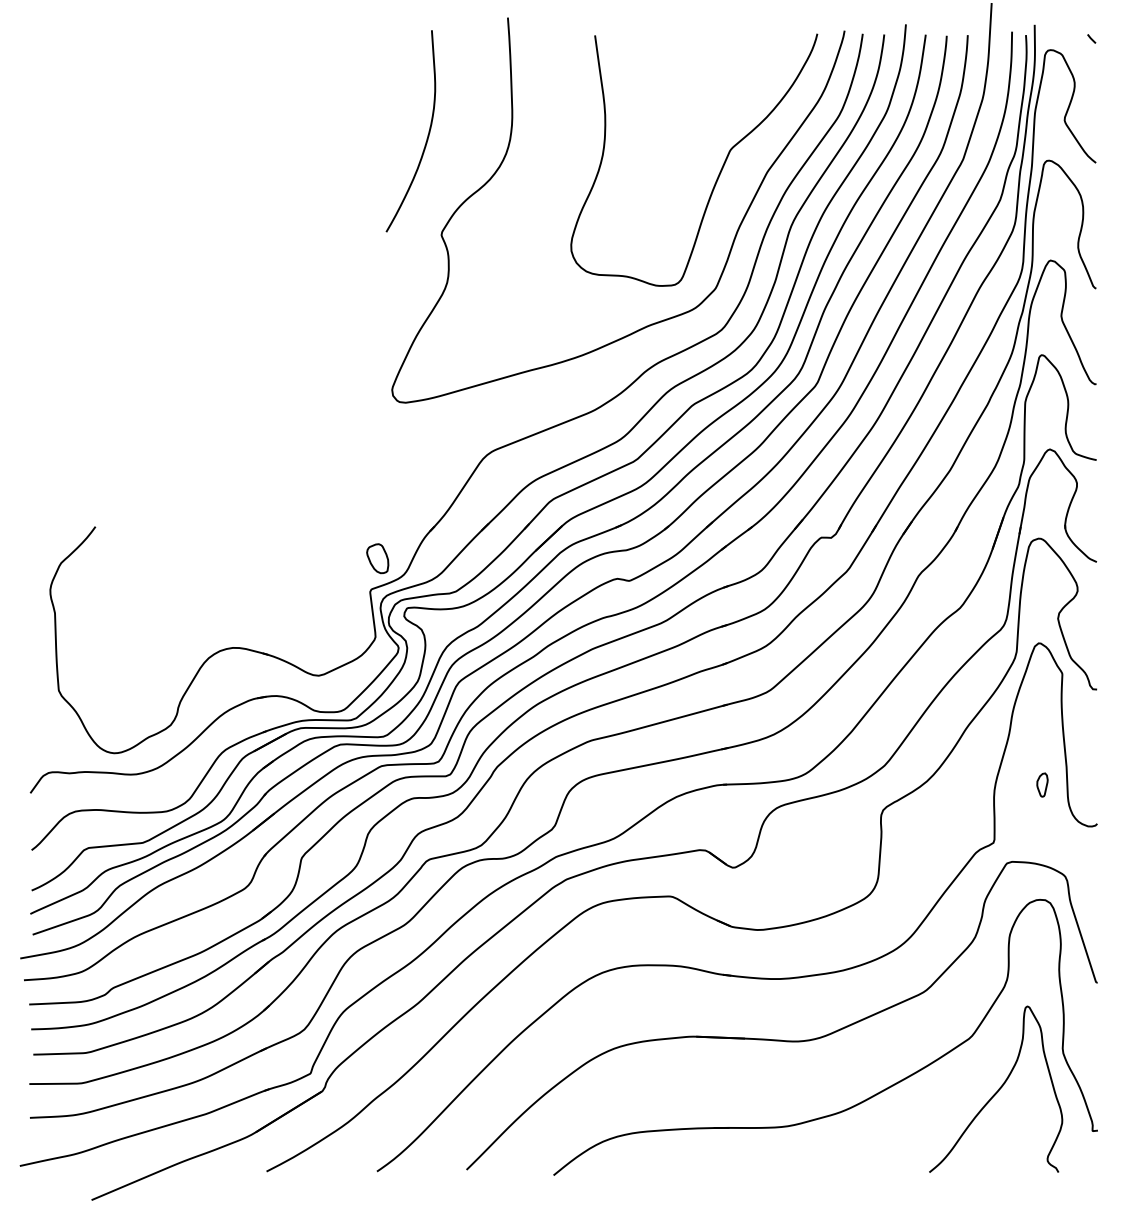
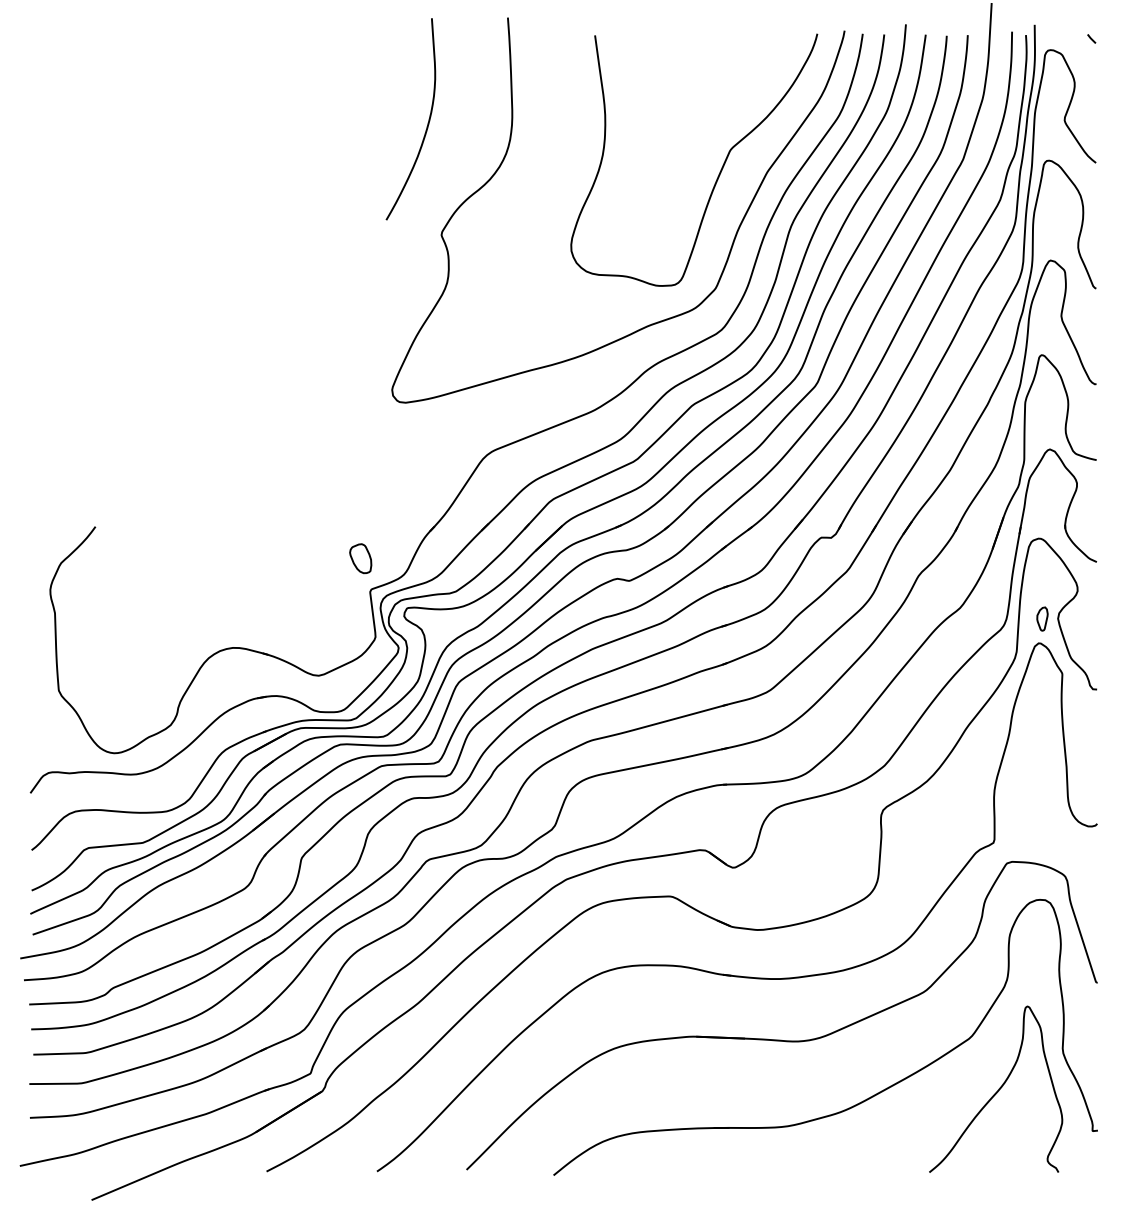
curve at (427, 134) position: (427, 134) -> (427, 122)
part at (377, 558) position: (377, 558) -> (360, 558)
part at (1042, 784) position: (1042, 784) -> (1042, 618)
